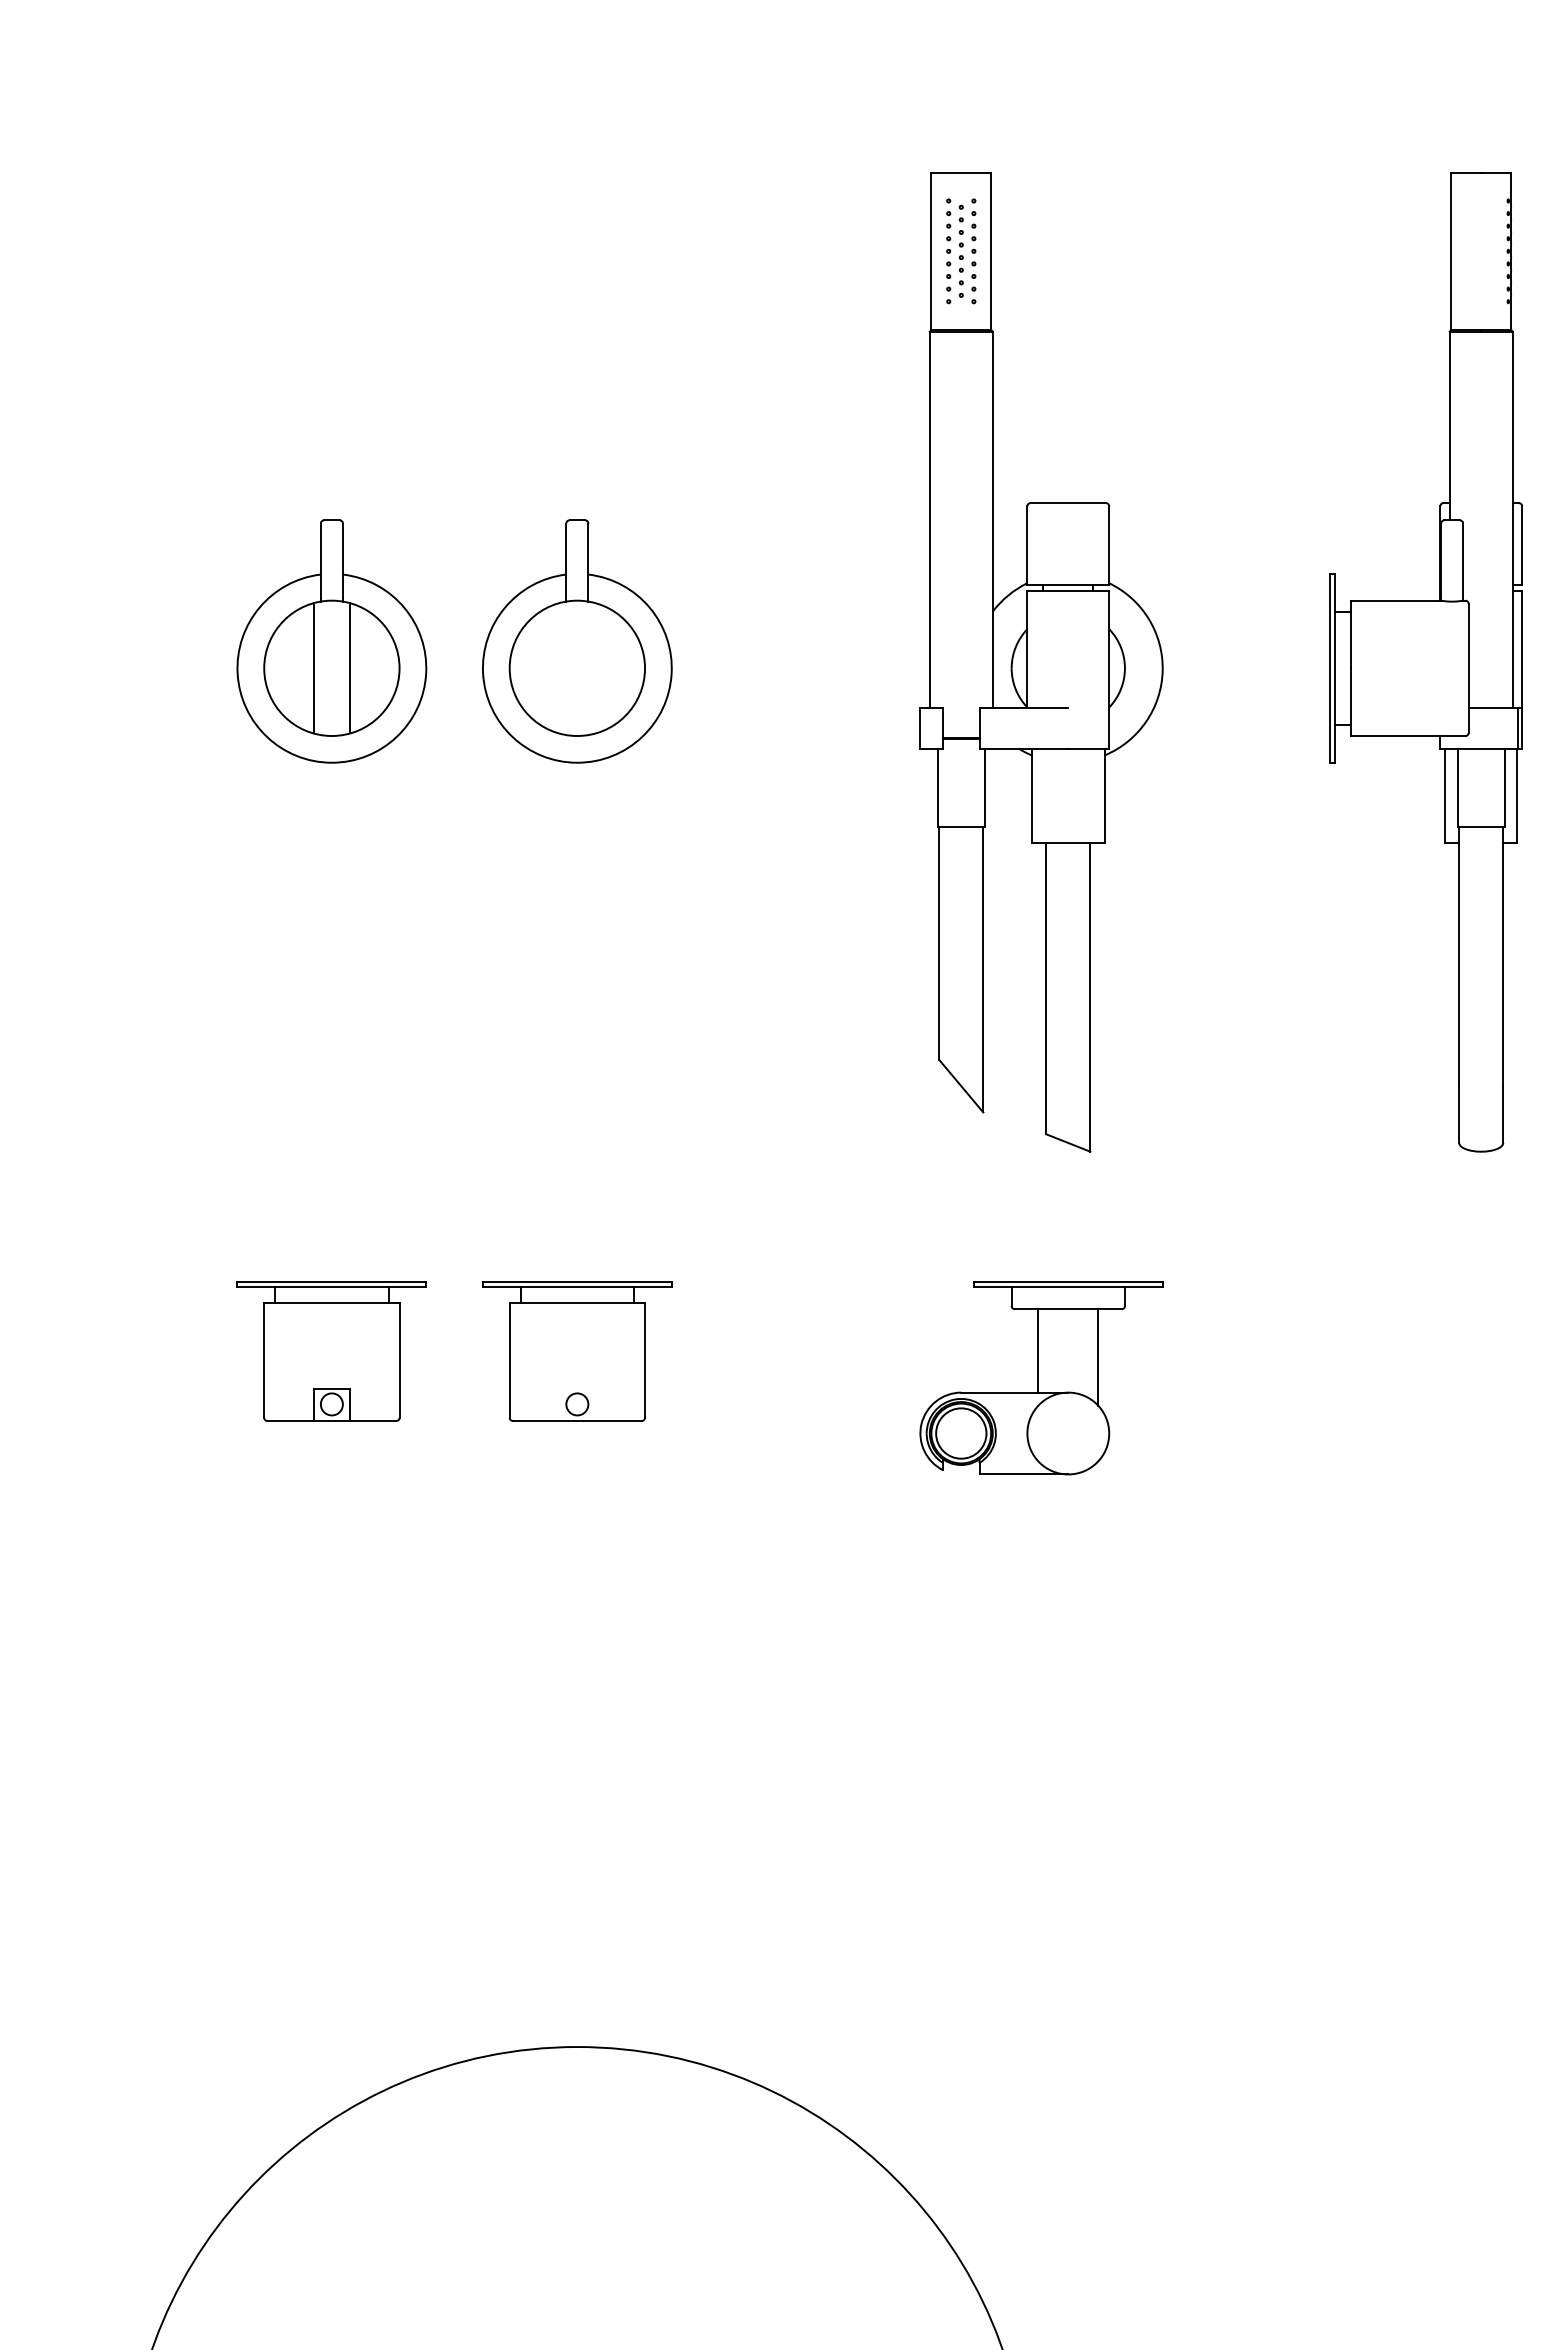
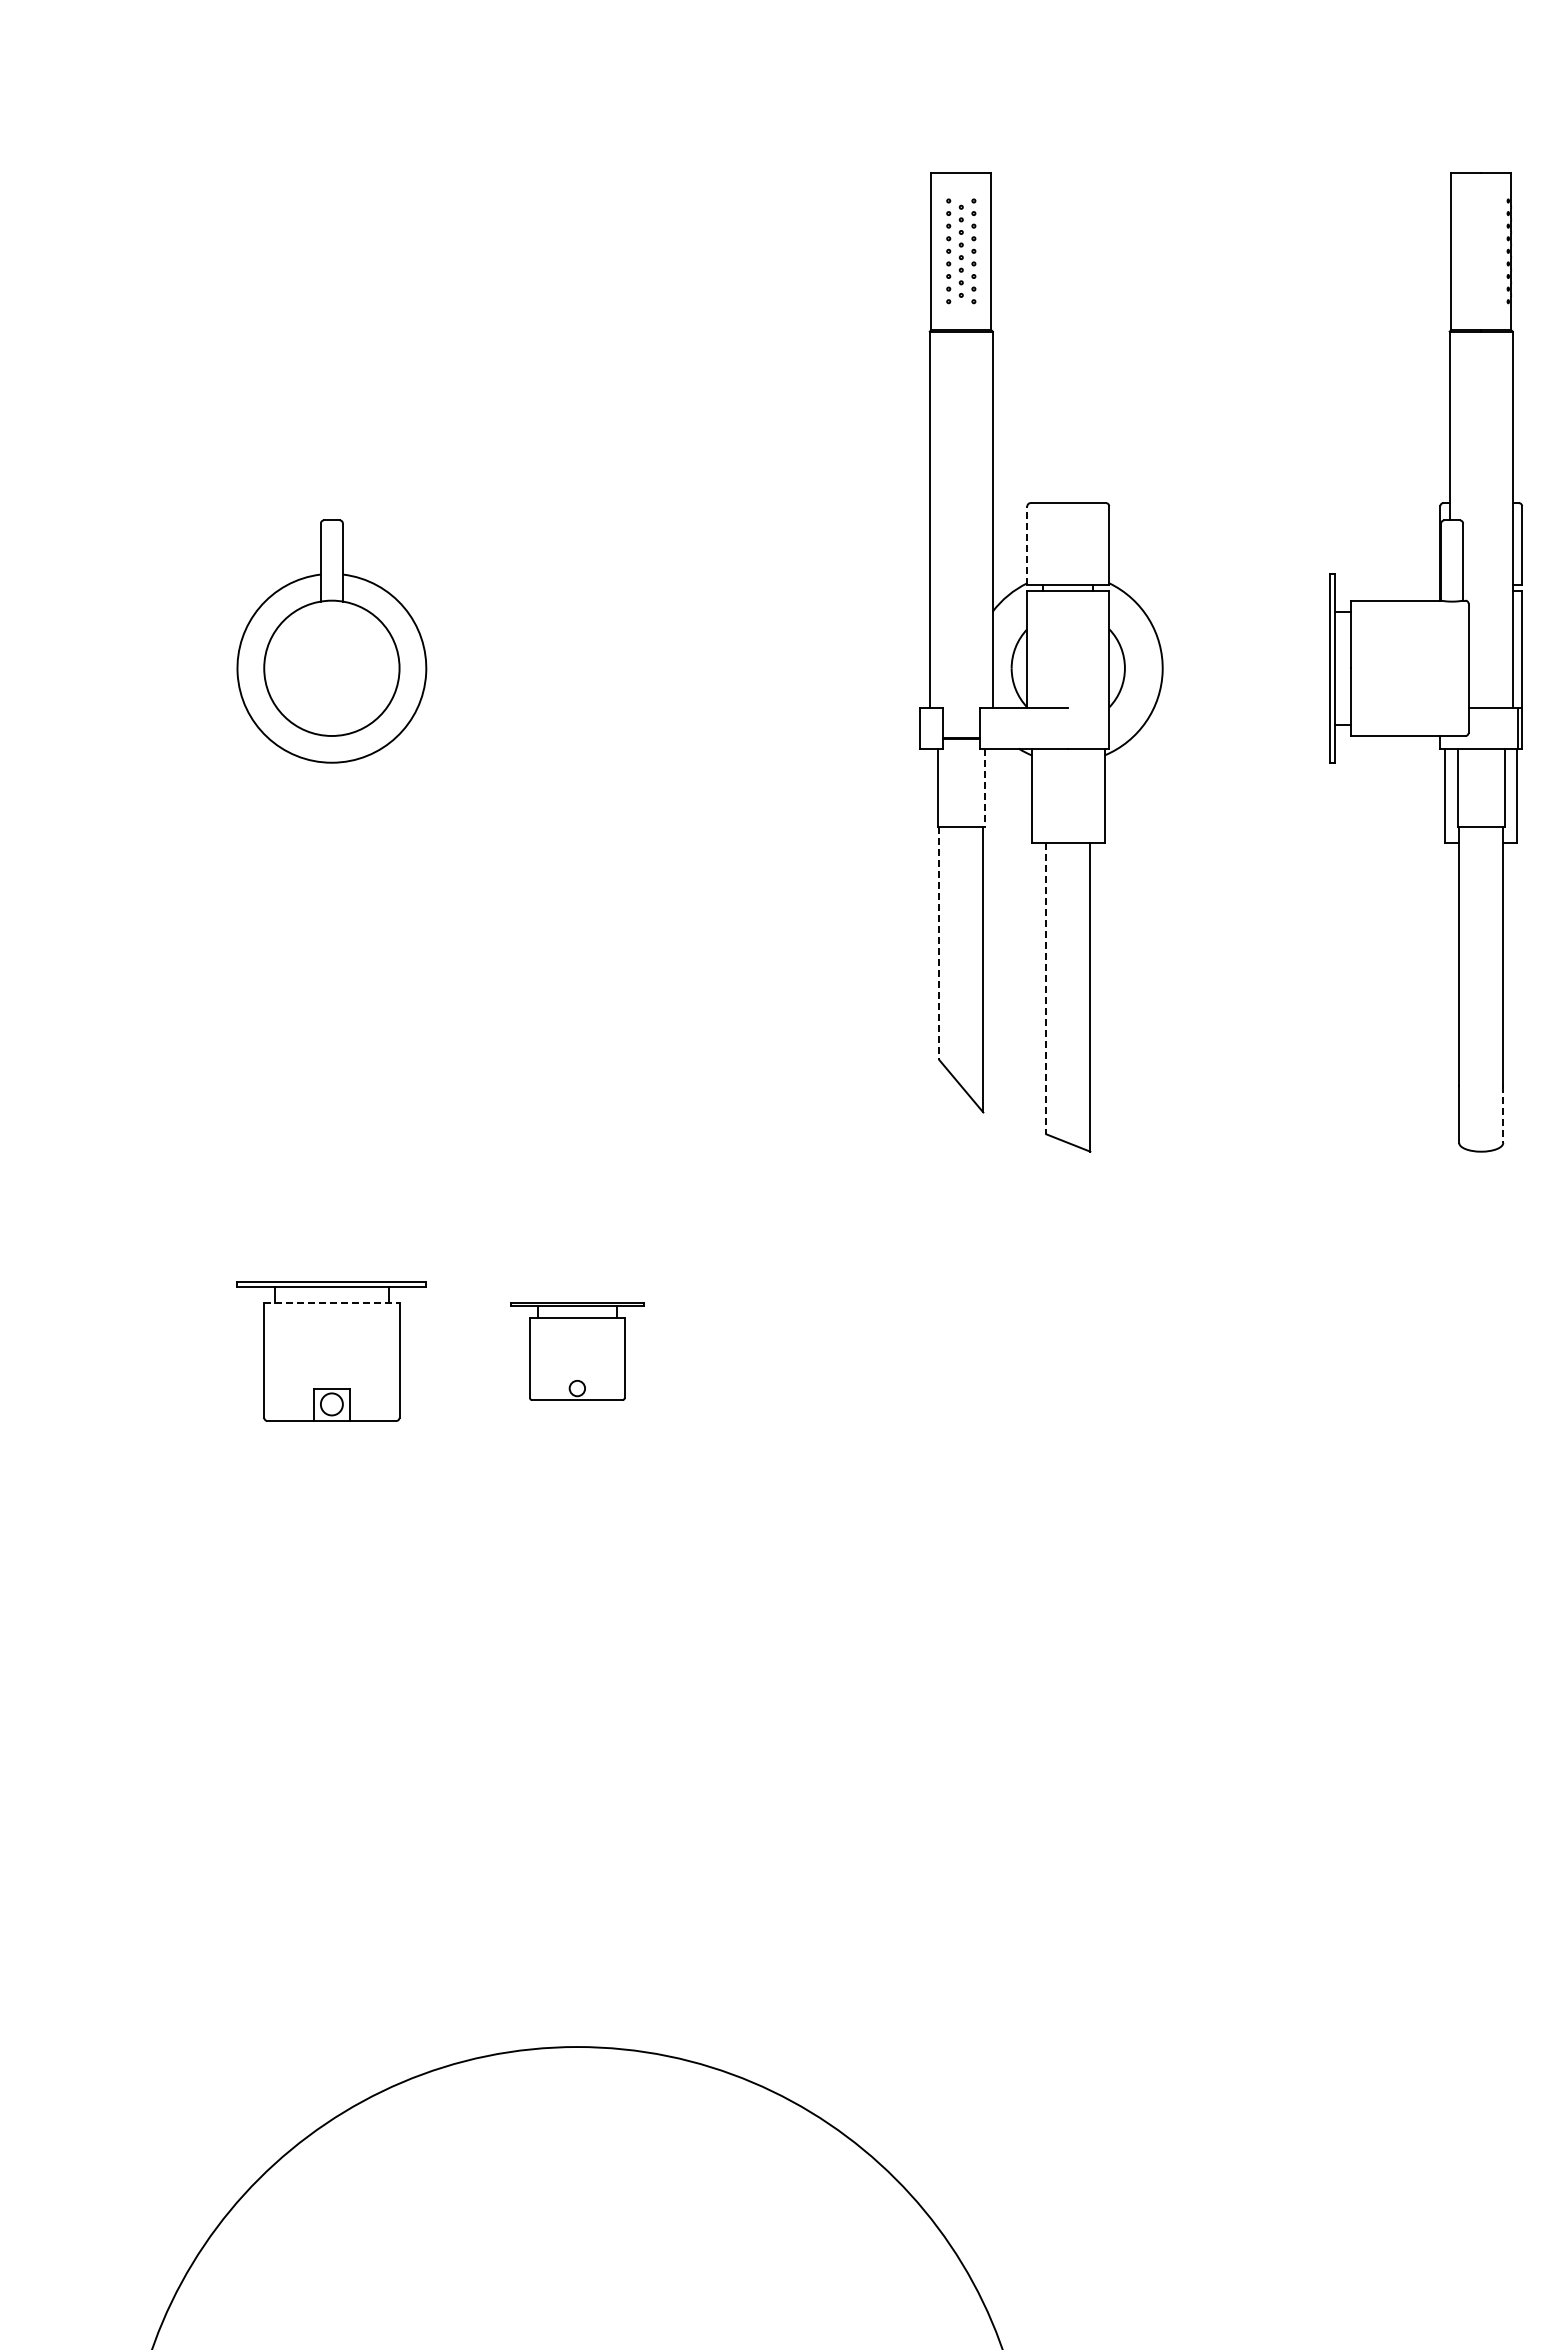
line at (1027, 545): solid -> dashed
part at (577, 641): present -> none
line at (313, 668): present -> none
line at (350, 668): present -> none
line at (984, 788): solid -> dashed
line at (939, 944): solid -> dashed
line at (1046, 988): solid -> dashed
line at (1503, 1115): solid -> dashed
line at (331, 1302): solid -> dashed
part at (577, 1351) size: 191x141 px -> 135x99 px
part at (1041, 1378): present -> none
